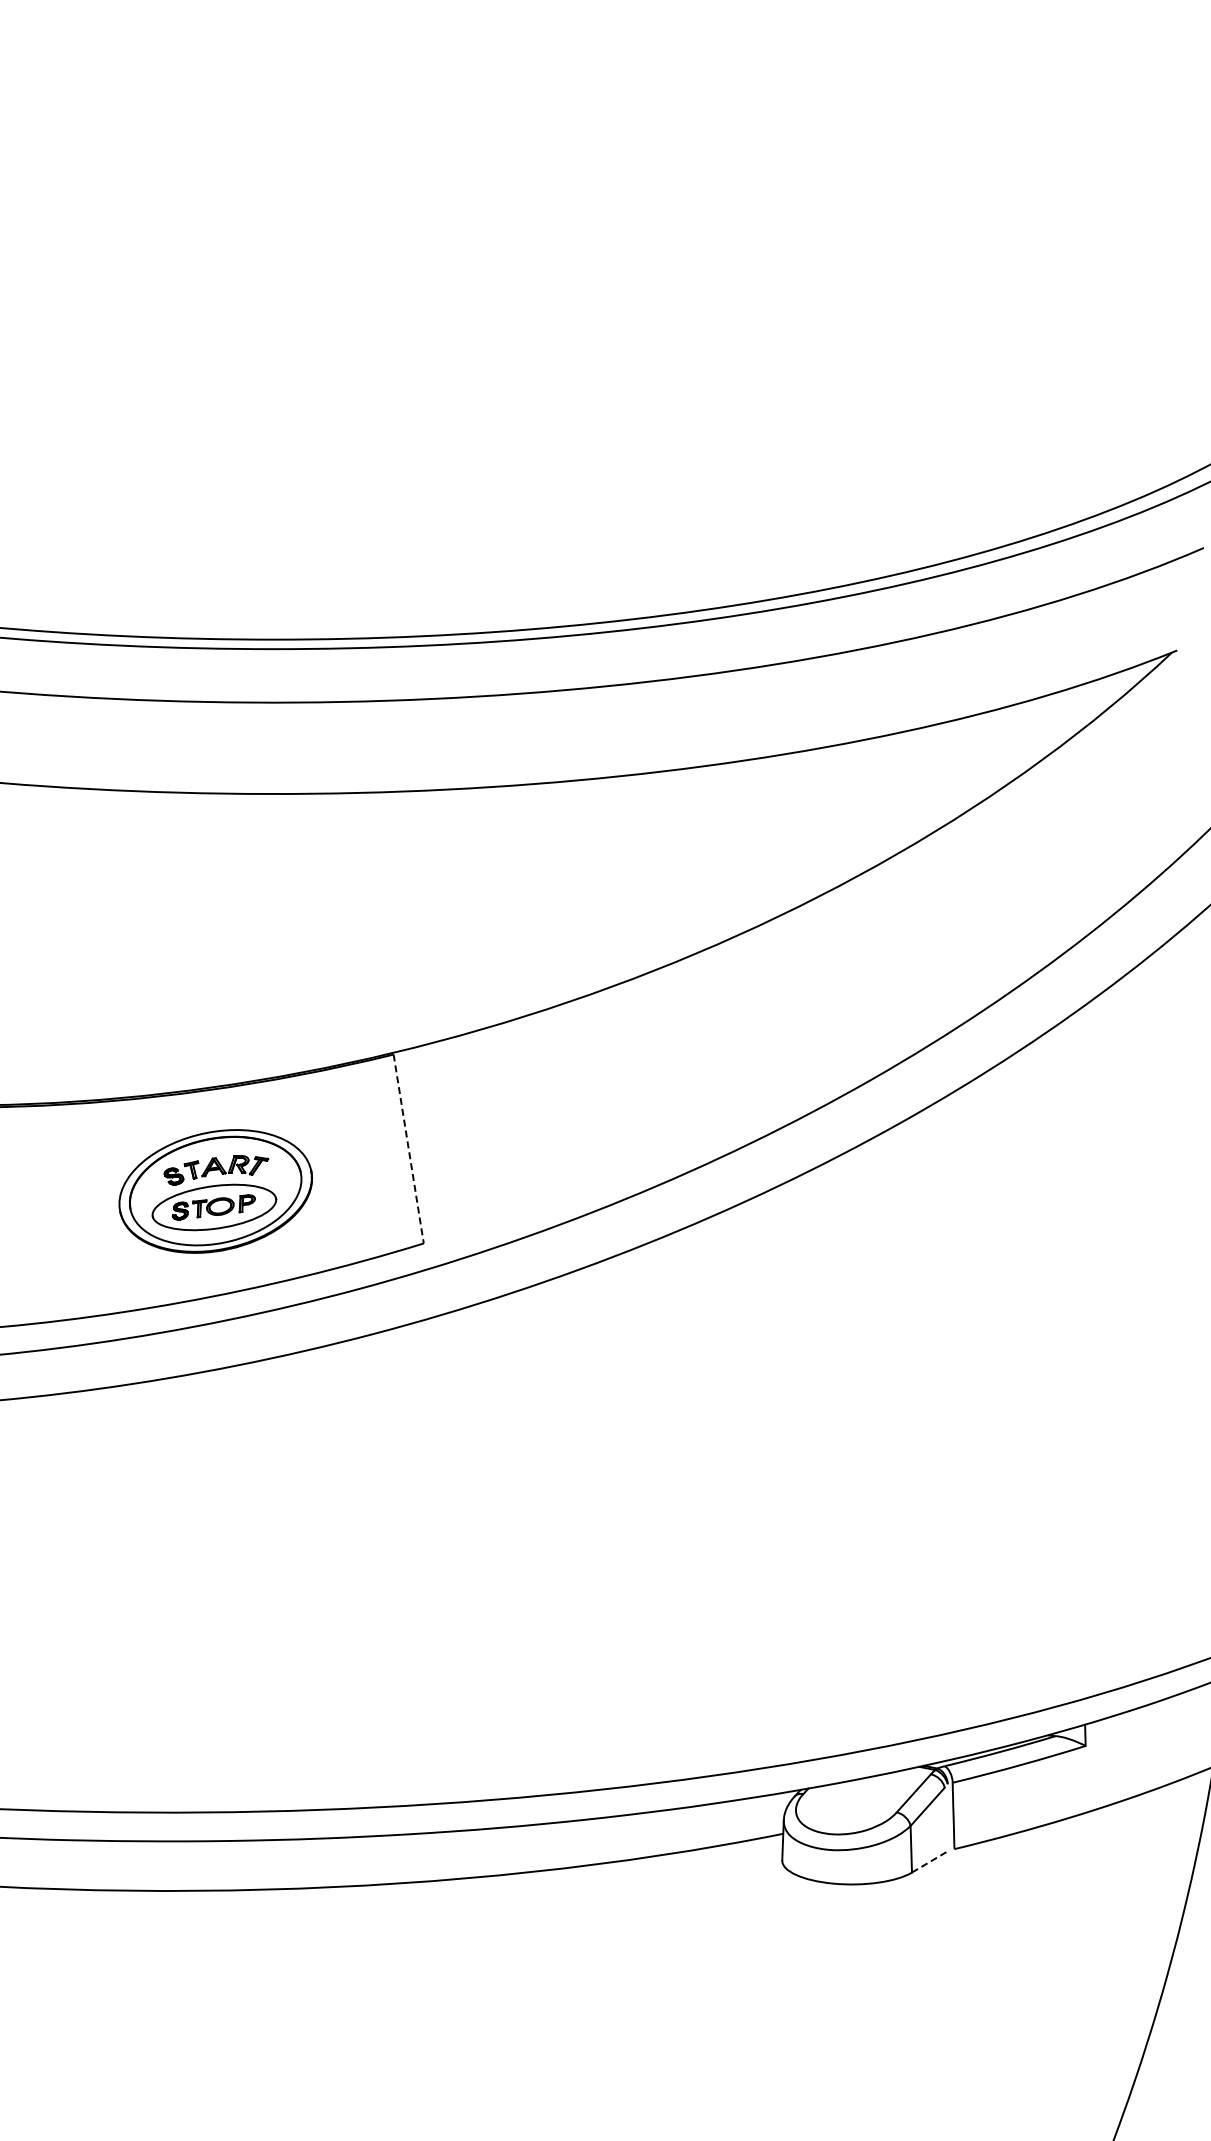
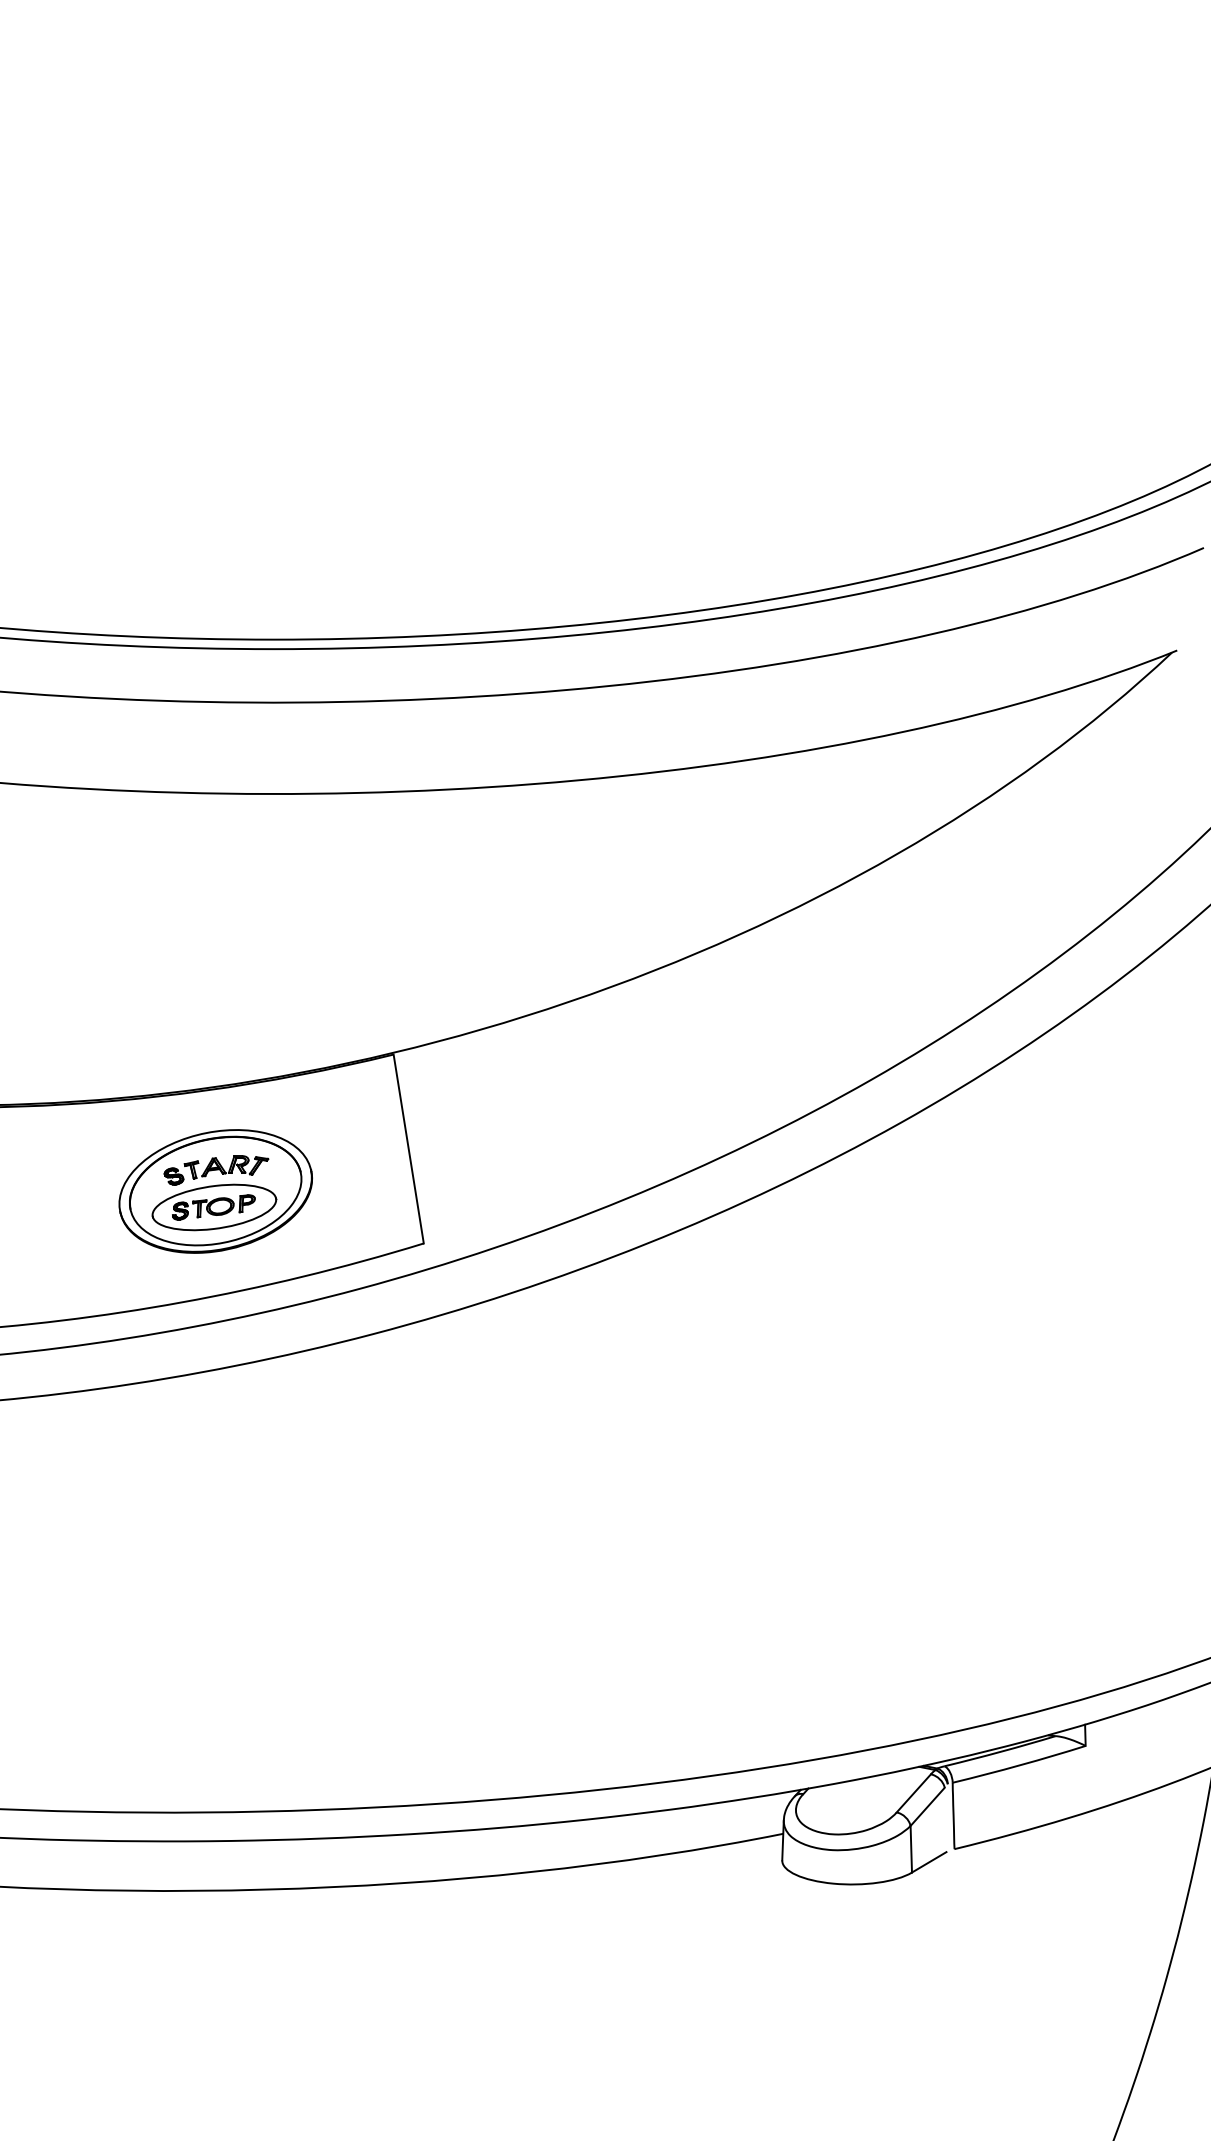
line at (408, 1149): dashed -> solid
line at (929, 1862): dashed -> solid
